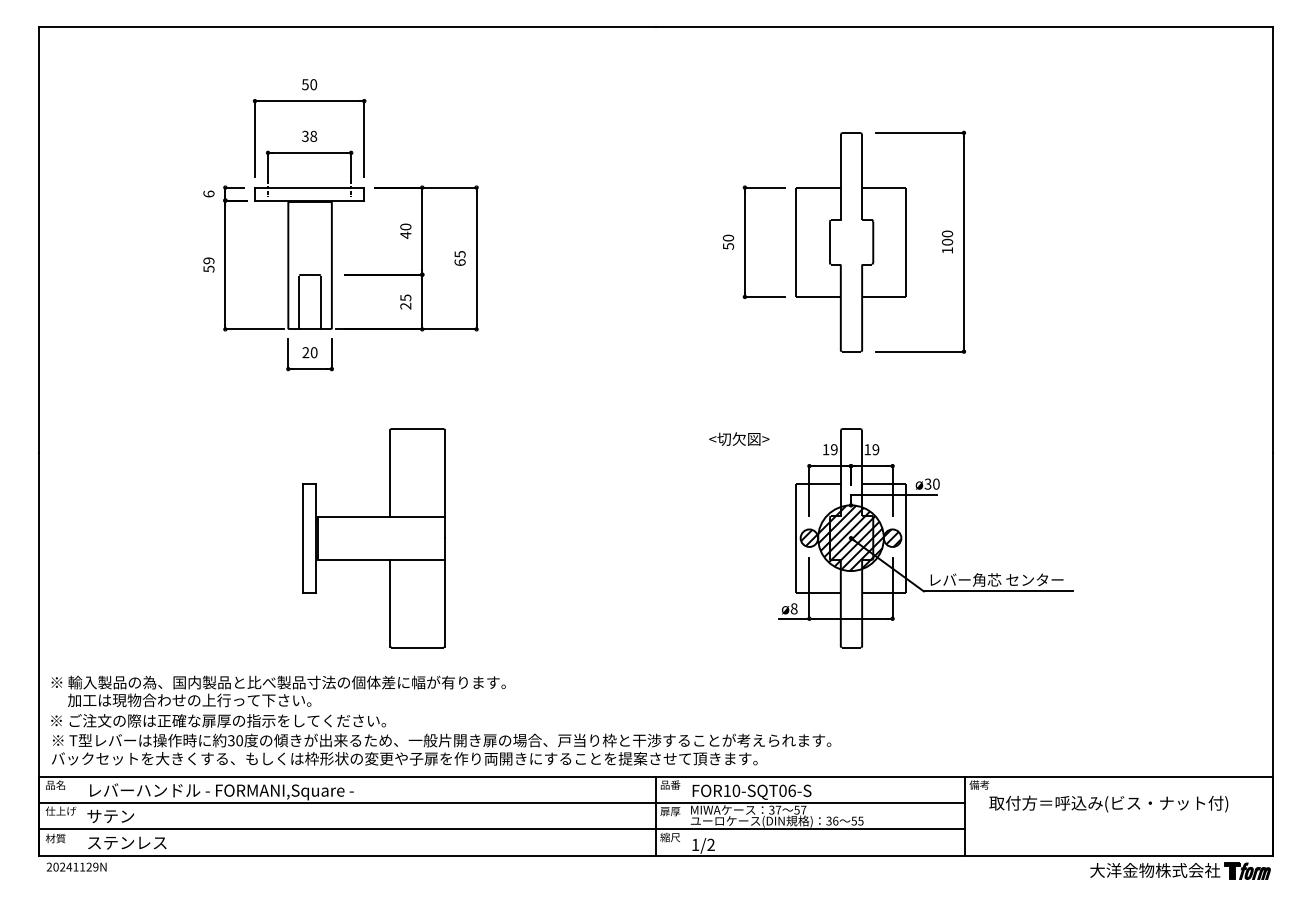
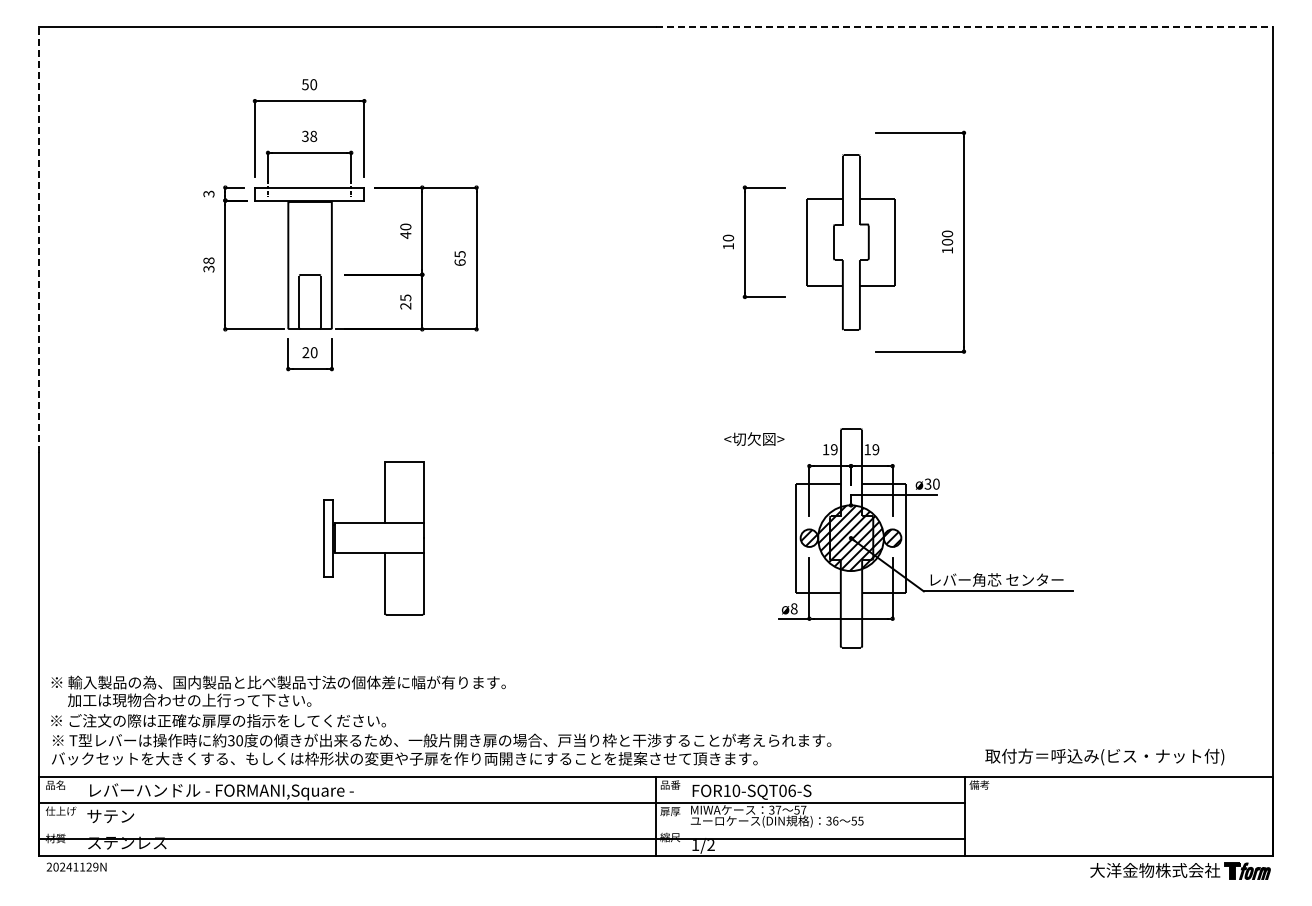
line at (964, 27): solid -> dashed
text at (208, 193): 6 -> 3
line at (39, 239): solid -> dashed
part at (850, 242) size: 112x221 px -> 90x177 px
text at (728, 246): 50 -> 10
text at (208, 264): 59 -> 38
text at (739, 438) position: (739, 438) -> (754, 438)
part at (373, 538) size: 144x221 px -> 102x155 px
text at (1108, 803) position: (1108, 803) -> (1104, 756)
line at (501, 829) position: (501, 829) -> (501, 839)
